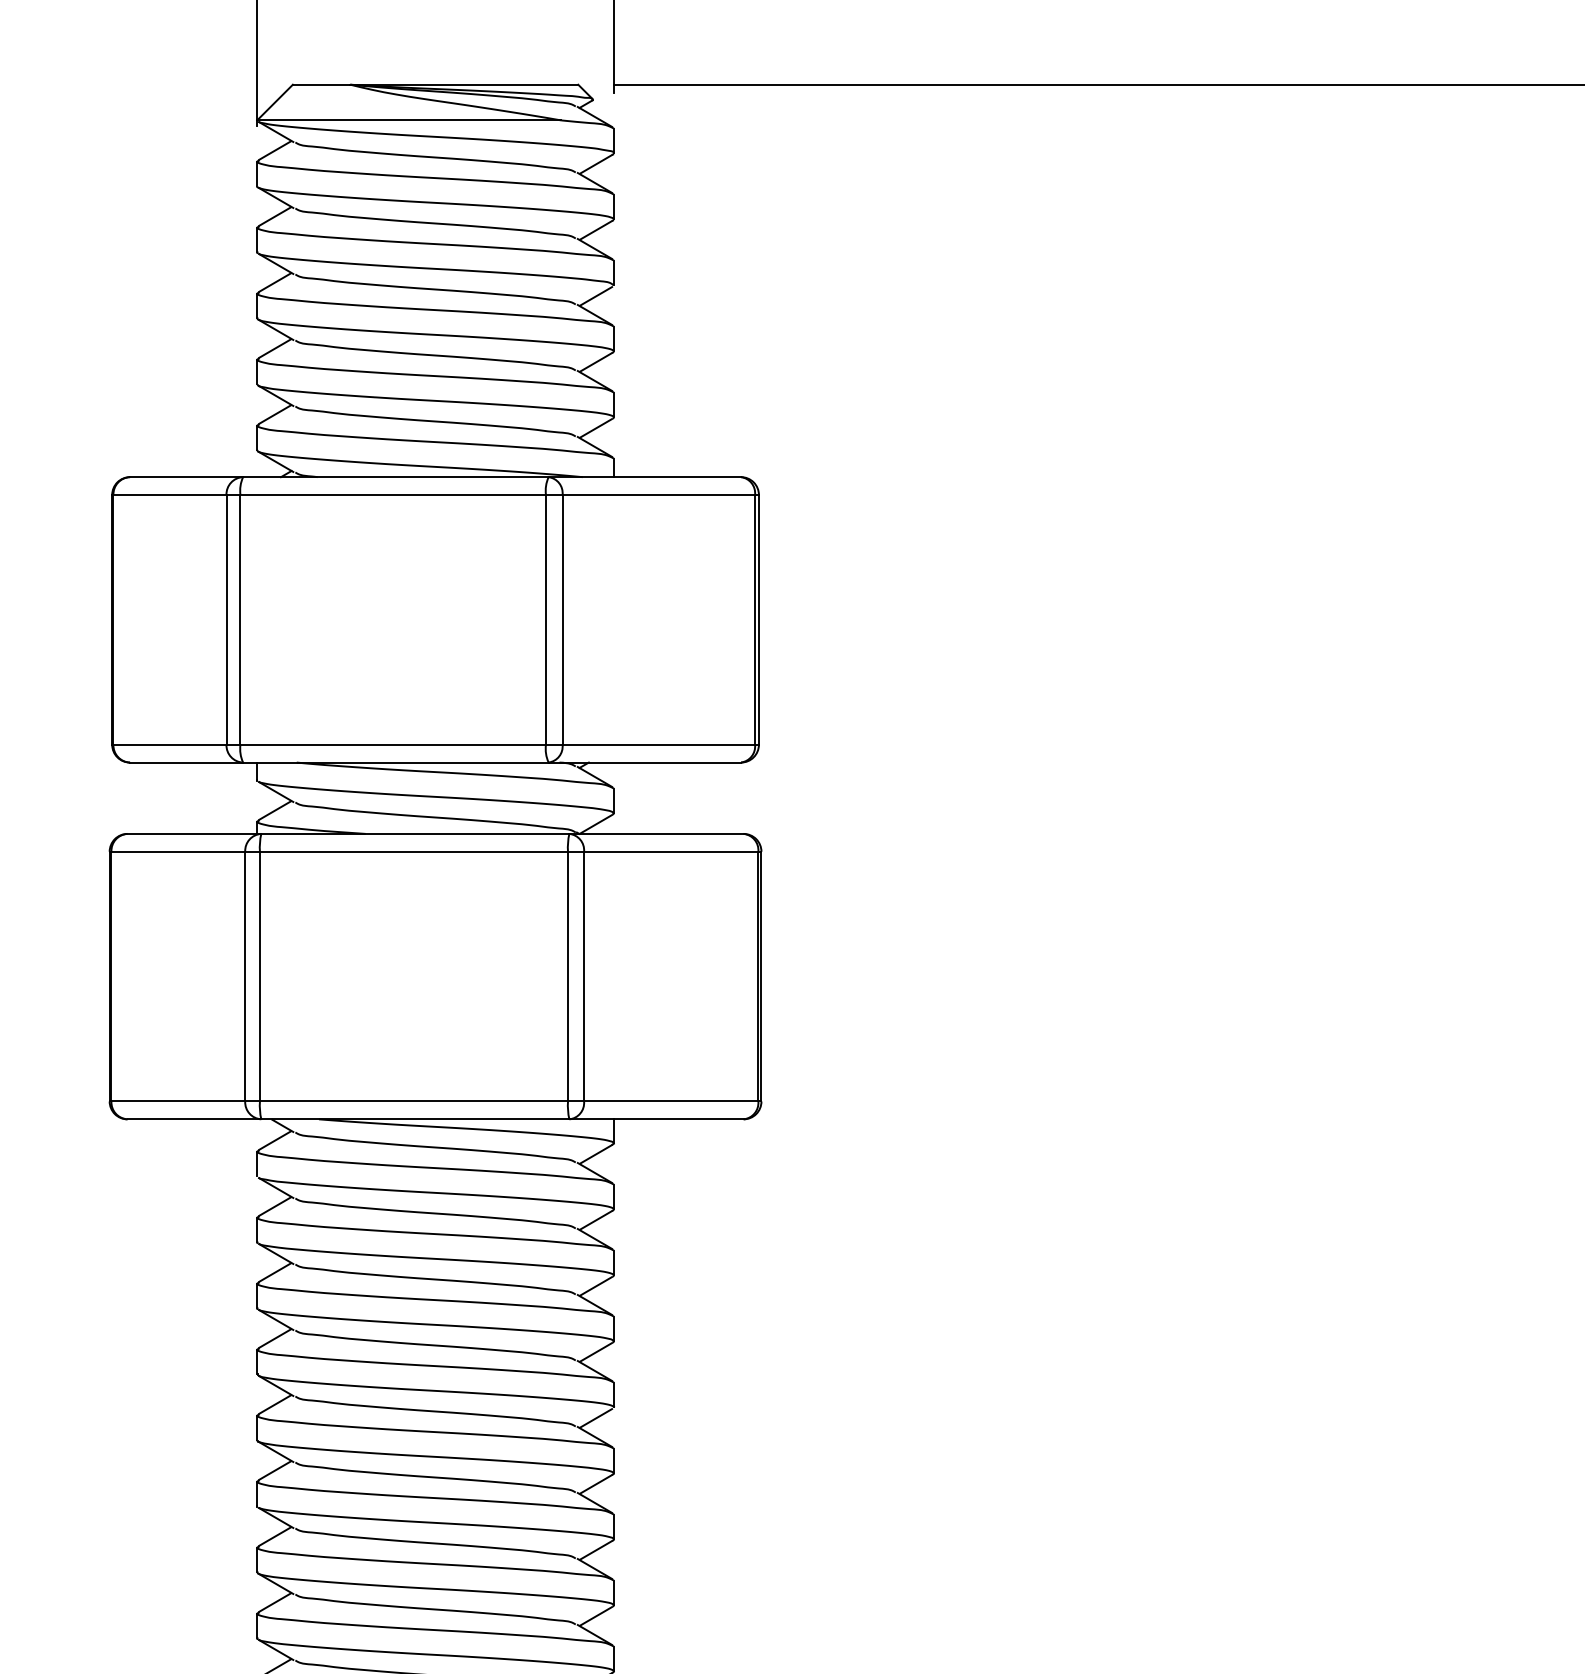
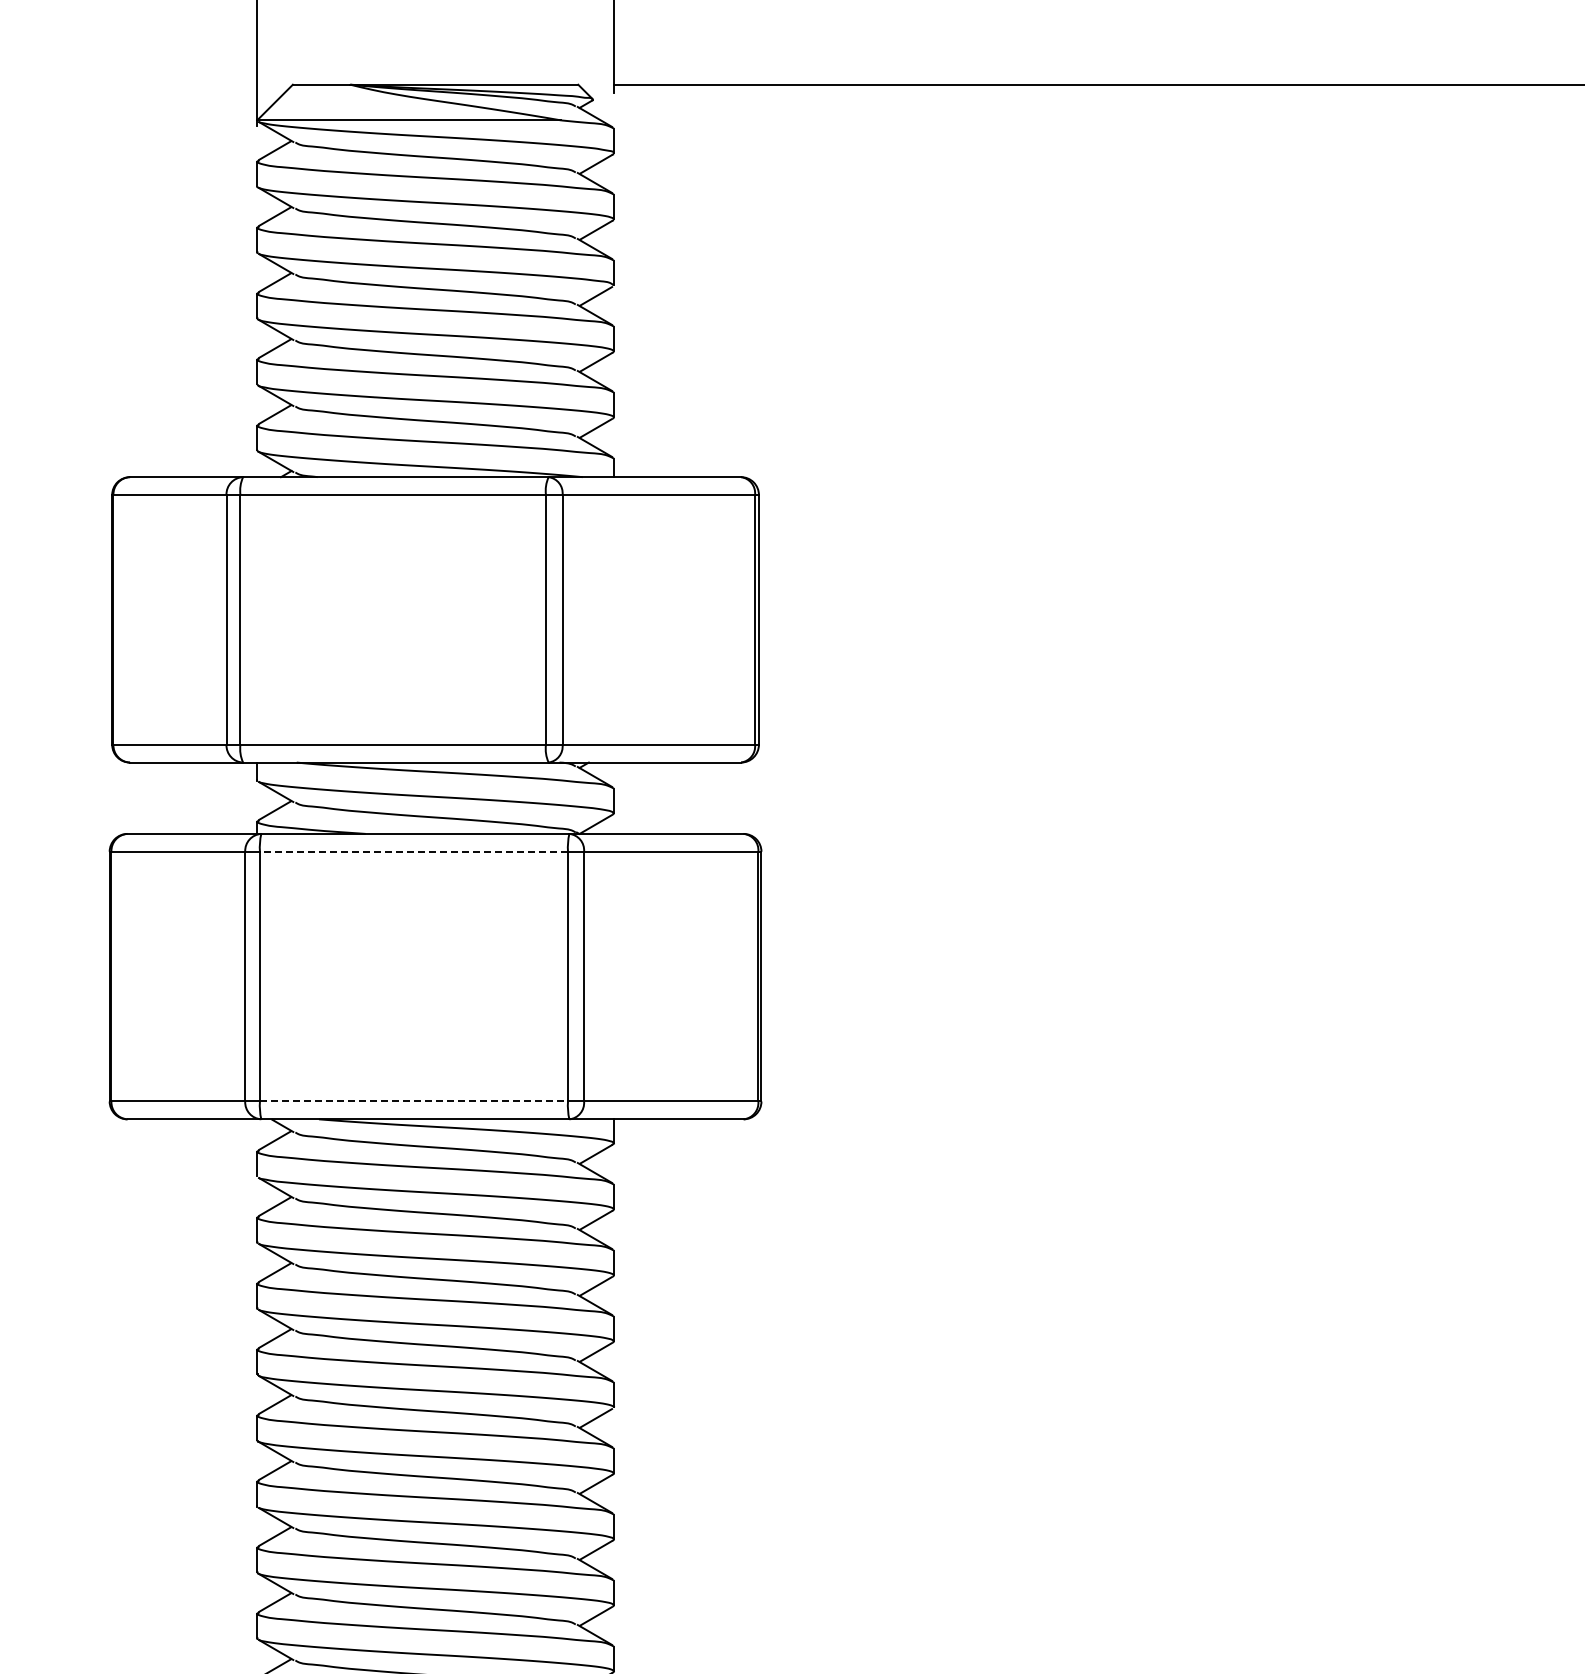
line at (413, 851): solid -> dashed
line at (414, 1101): solid -> dashed
